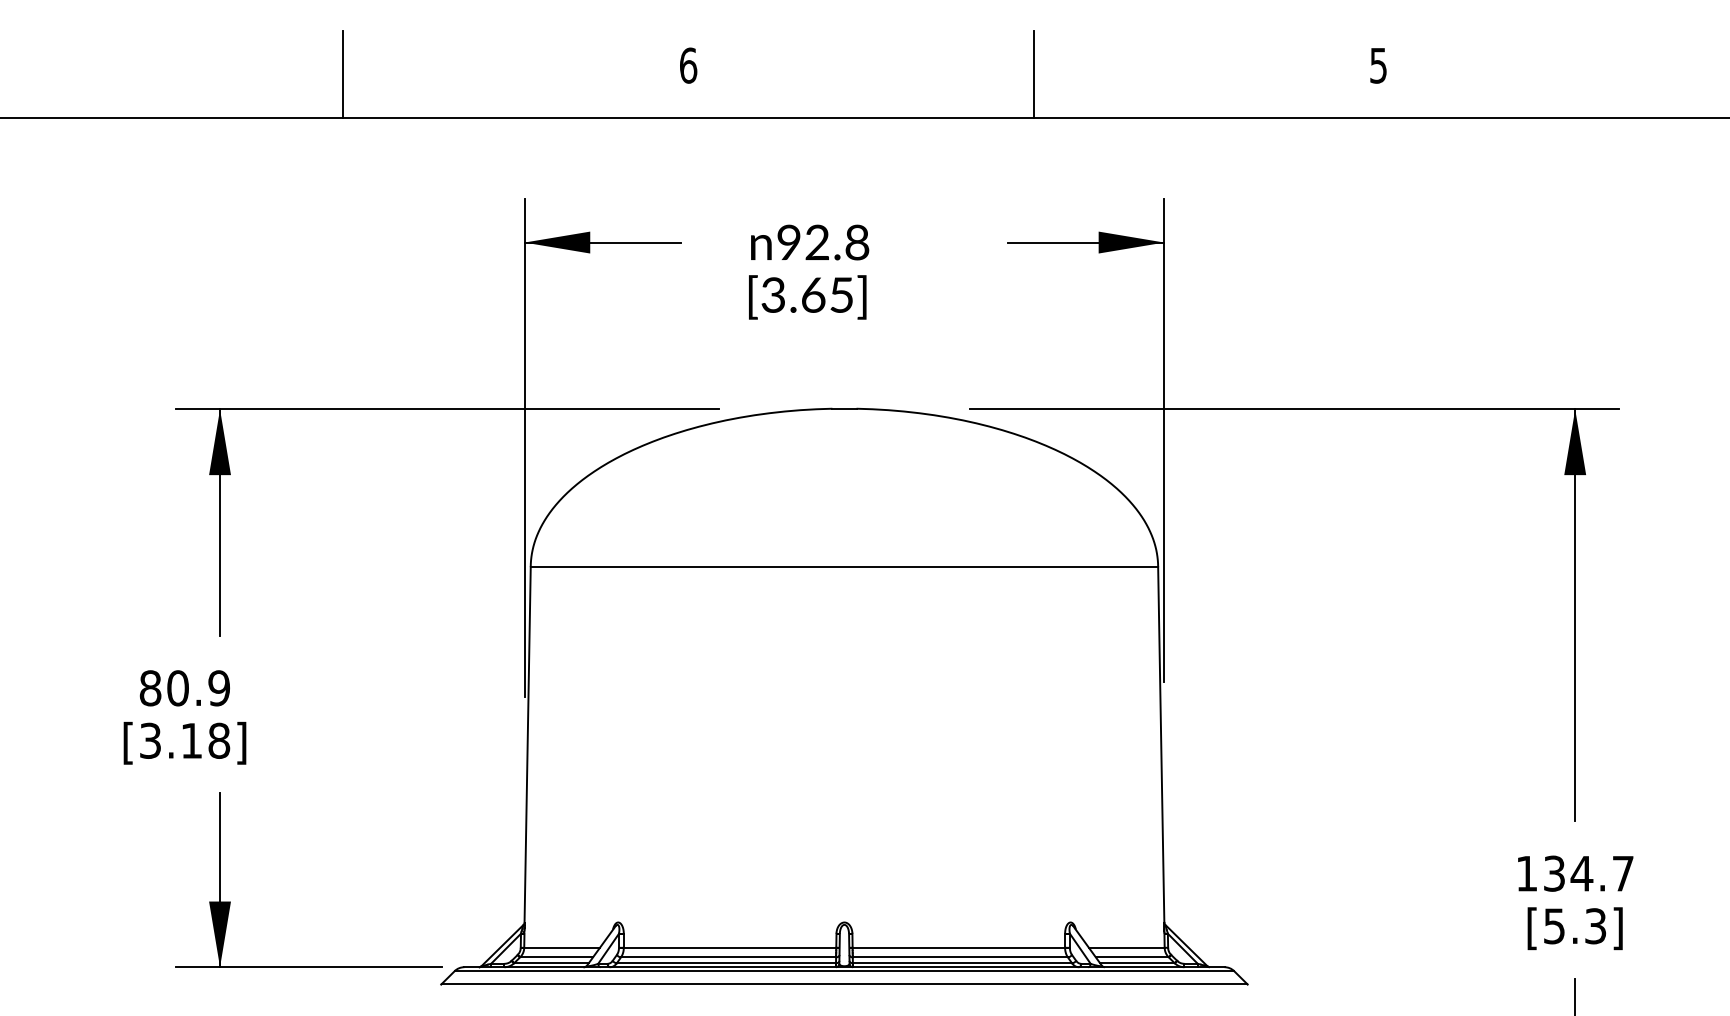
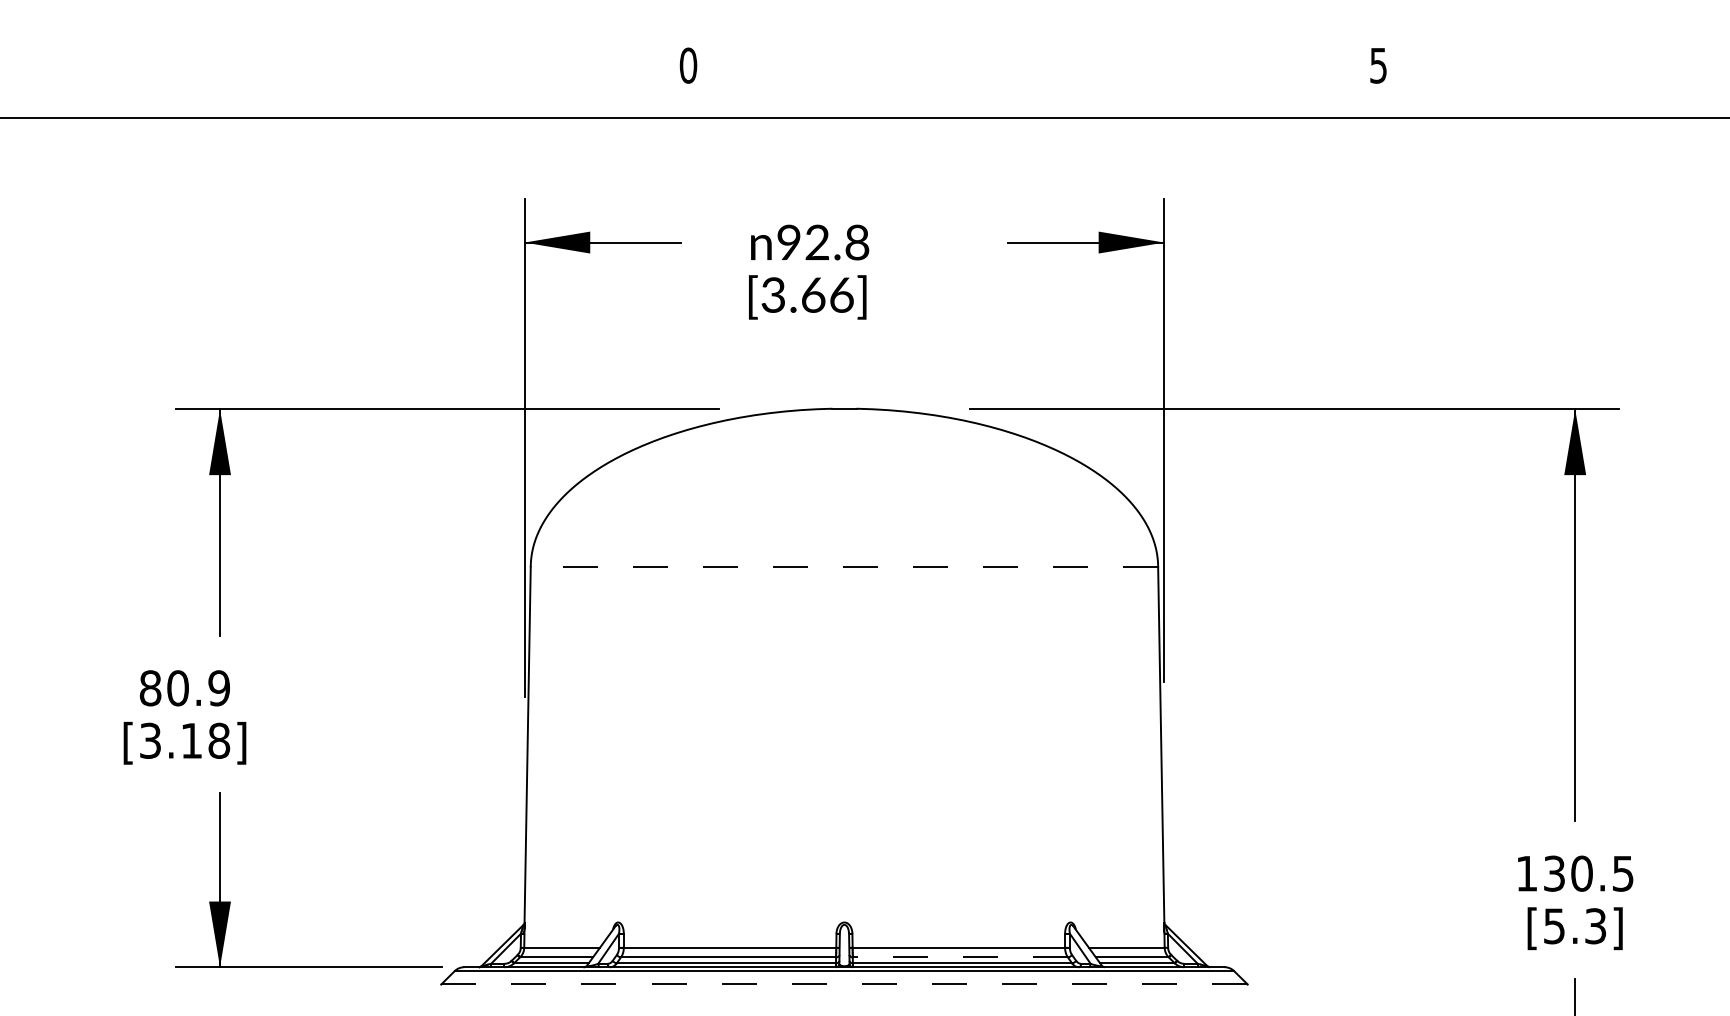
text at (688, 65): 6 -> 0
line at (343, 74): present -> none
line at (1033, 74): present -> none
text at (841, 294): [3.65] -> [3.66]
line at (844, 567): solid -> dashed
text at (1601, 873): 134.7 -> 130.5
line at (960, 957): solid -> dashed
line at (844, 983): solid -> dashed
